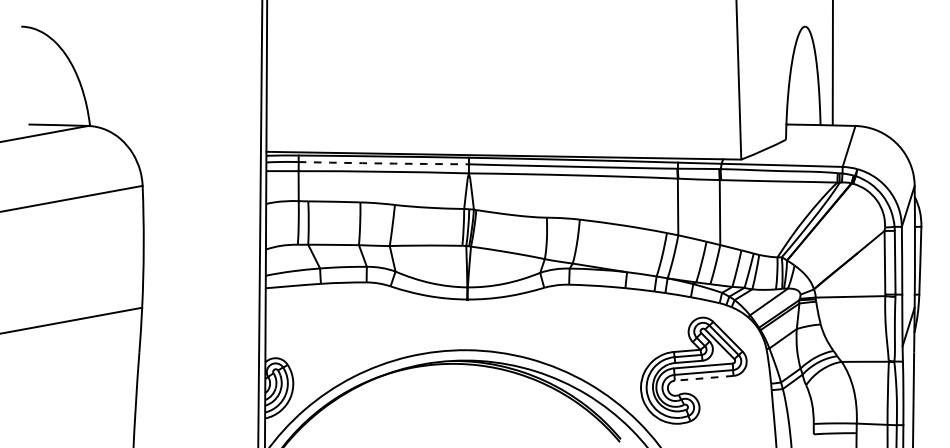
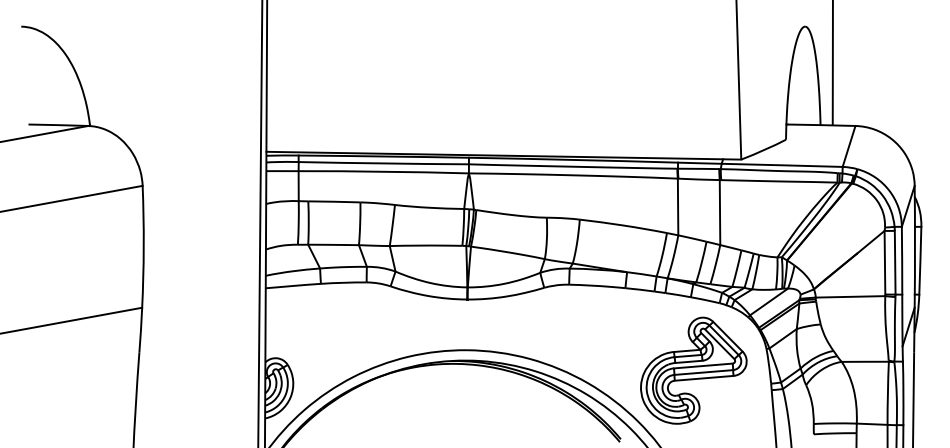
arc at (383, 163): dashed -> solid
line at (703, 378): dashed -> solid
